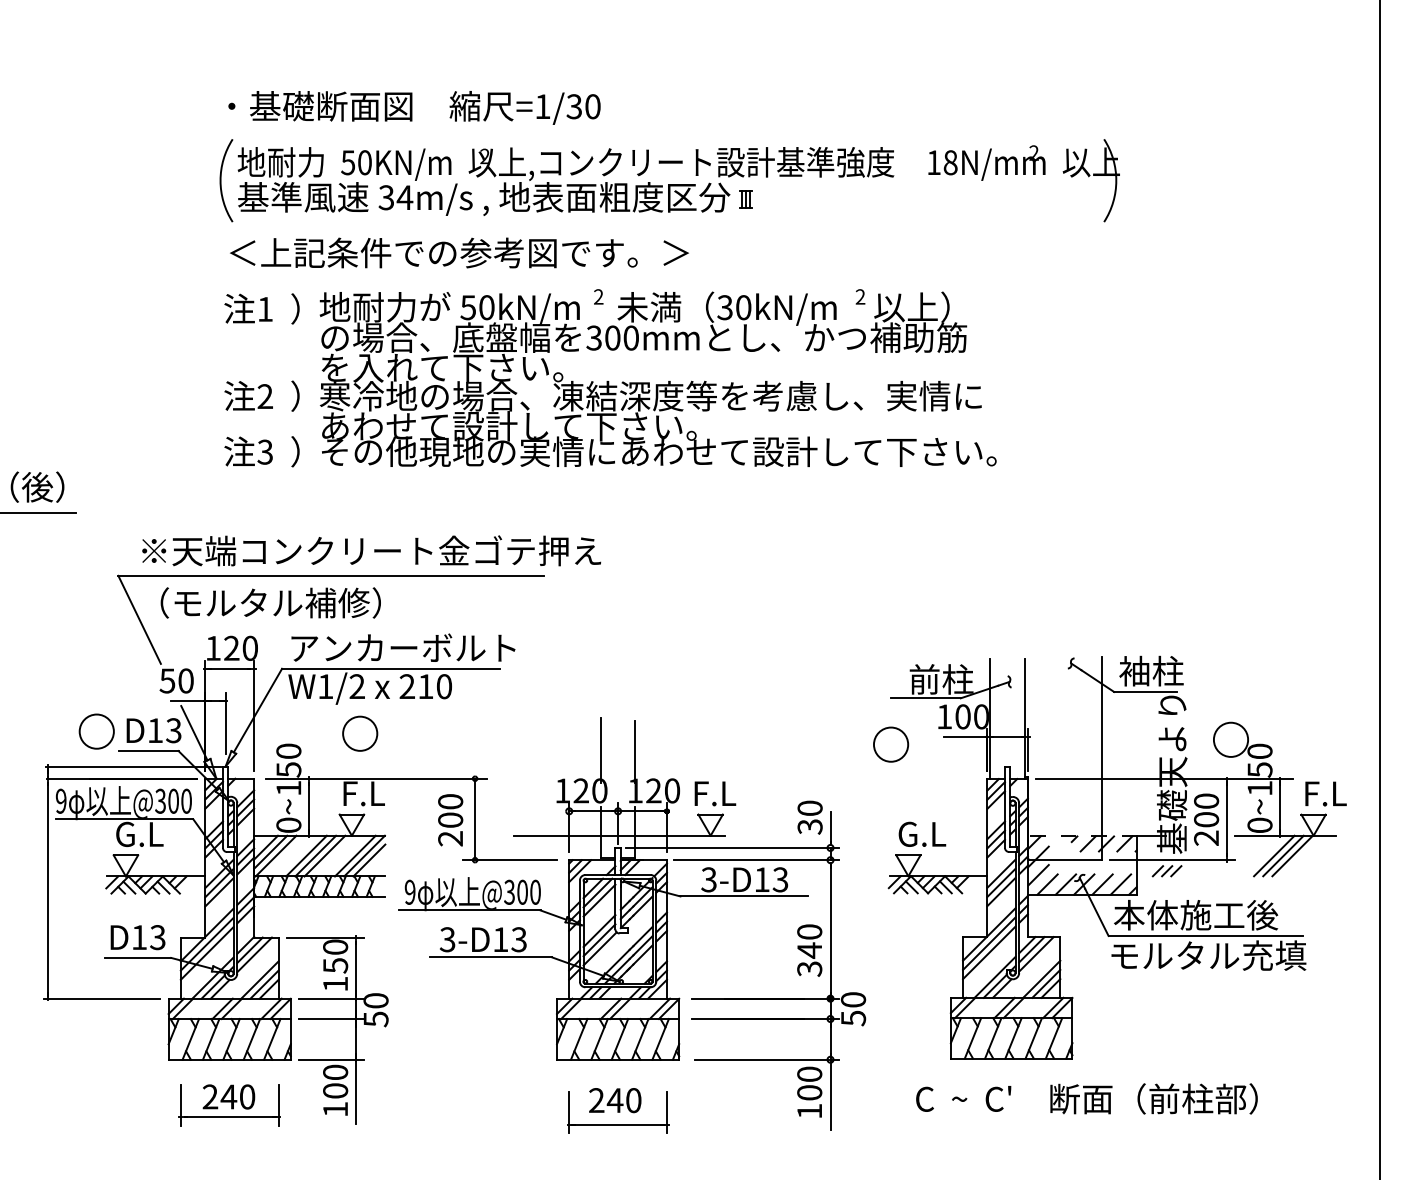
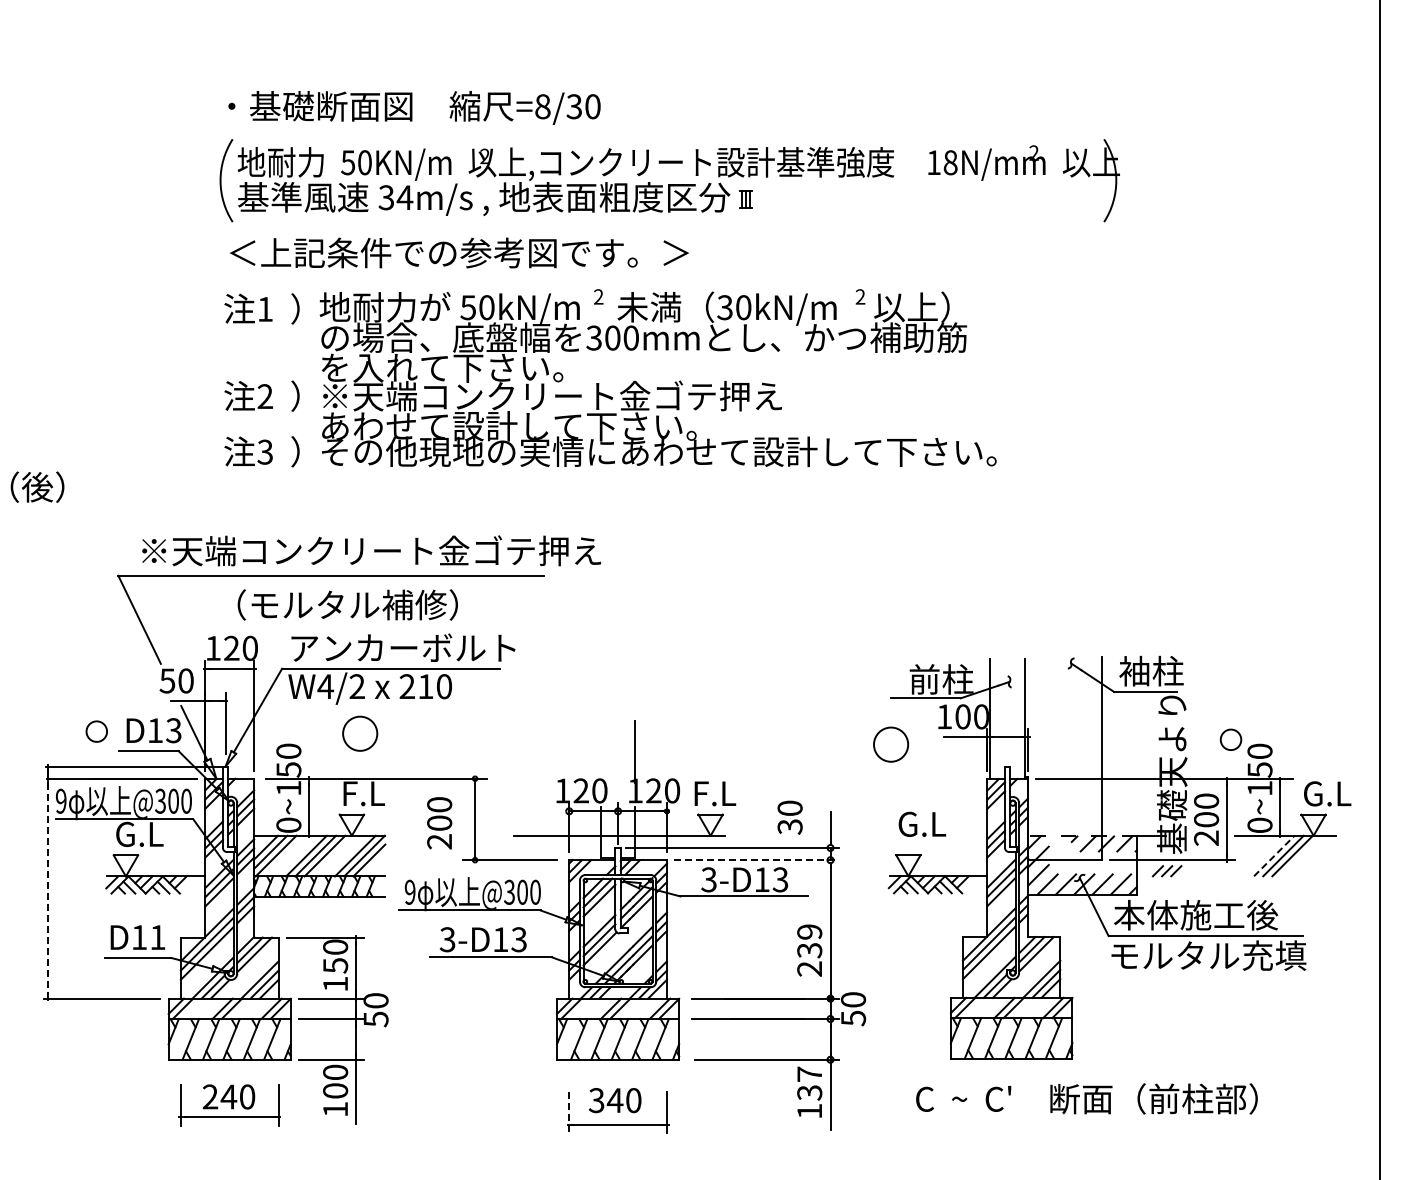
text at (542, 106): =1/30 -> =8/30
text at (650, 395): 寒冷地の場合、凍結深度等を考慮し、実情に -> ※天端コンクリート金ゴテ押え
line at (38, 513): present -> none
text at (270, 602) position: (270, 602) -> (347, 604)
text at (325, 686): W1/2 -> W4/2
circle at (96, 731) diameter: 34 px -> 21 px
circle at (1230, 739) diameter: 34 px -> 21 px
line at (600, 750): present -> none
text at (1327, 793): F.L -> G.L
text at (809, 817) position: (809, 817) -> (789, 817)
text at (450, 820) position: (450, 820) -> (439, 823)
text at (922, 833) position: (922, 833) -> (922, 823)
line at (1274, 856): solid -> dashed
line at (757, 860): solid -> dashed
line at (47, 888): solid -> dashed
text at (157, 937): D13 -> D11
text at (809, 950): 340 -> 239
text at (809, 1083): 100 -> 137
text at (596, 1100): 240 -> 340
line at (569, 1112): solid -> dashed
